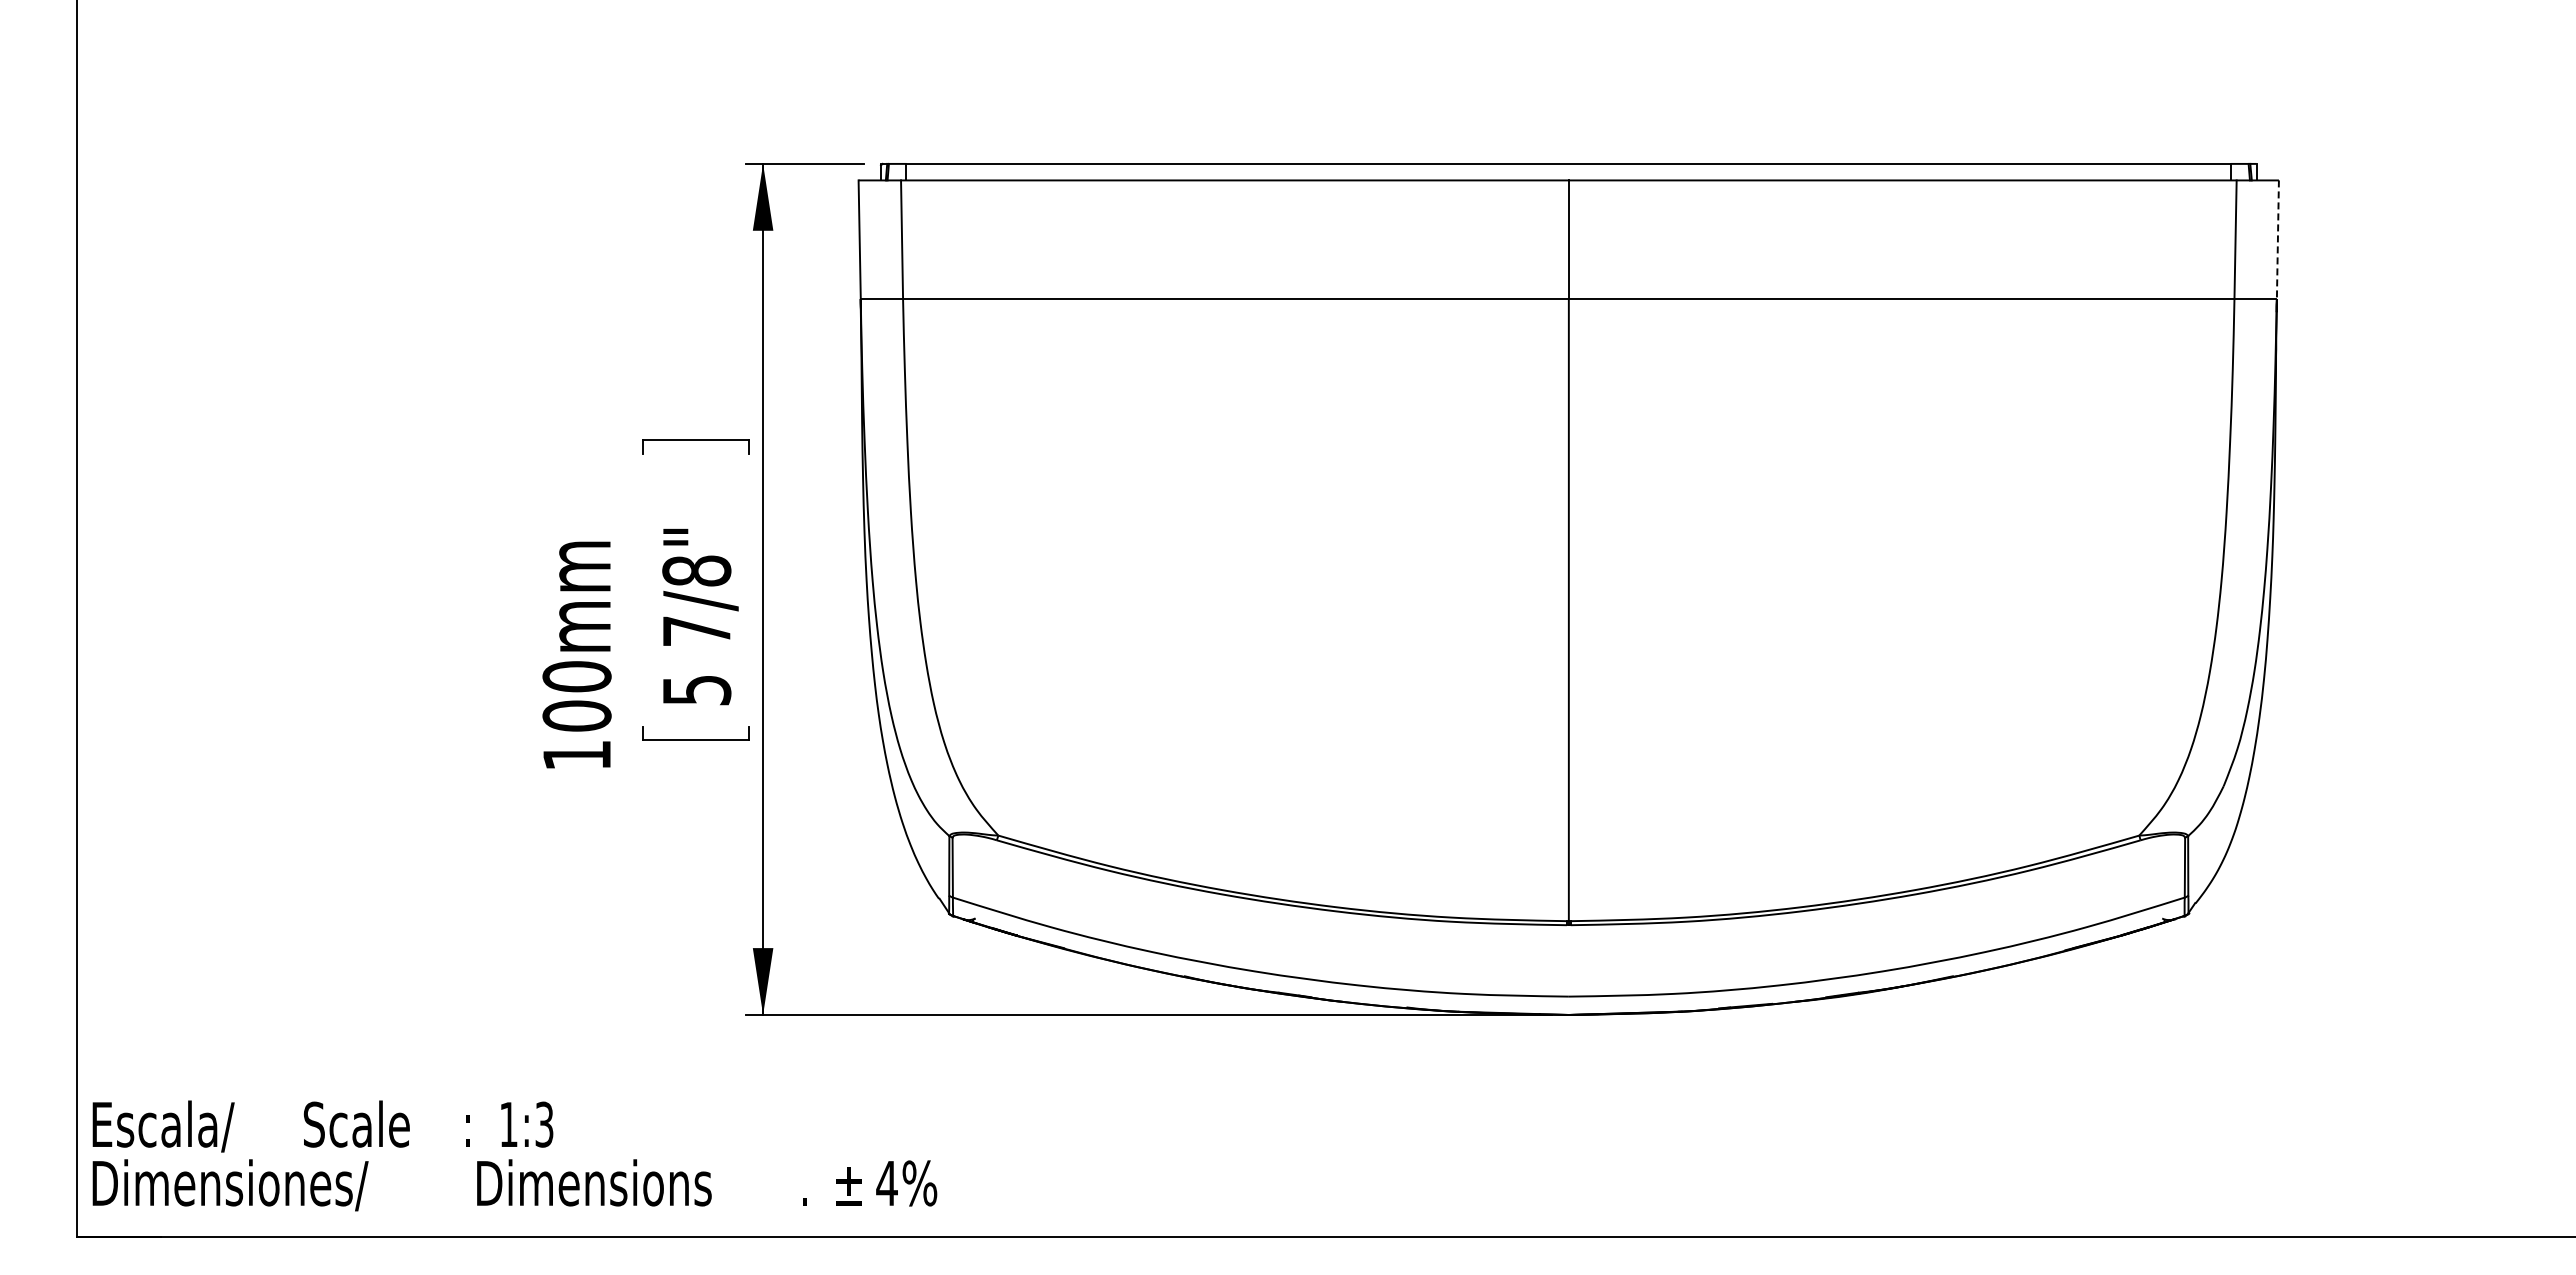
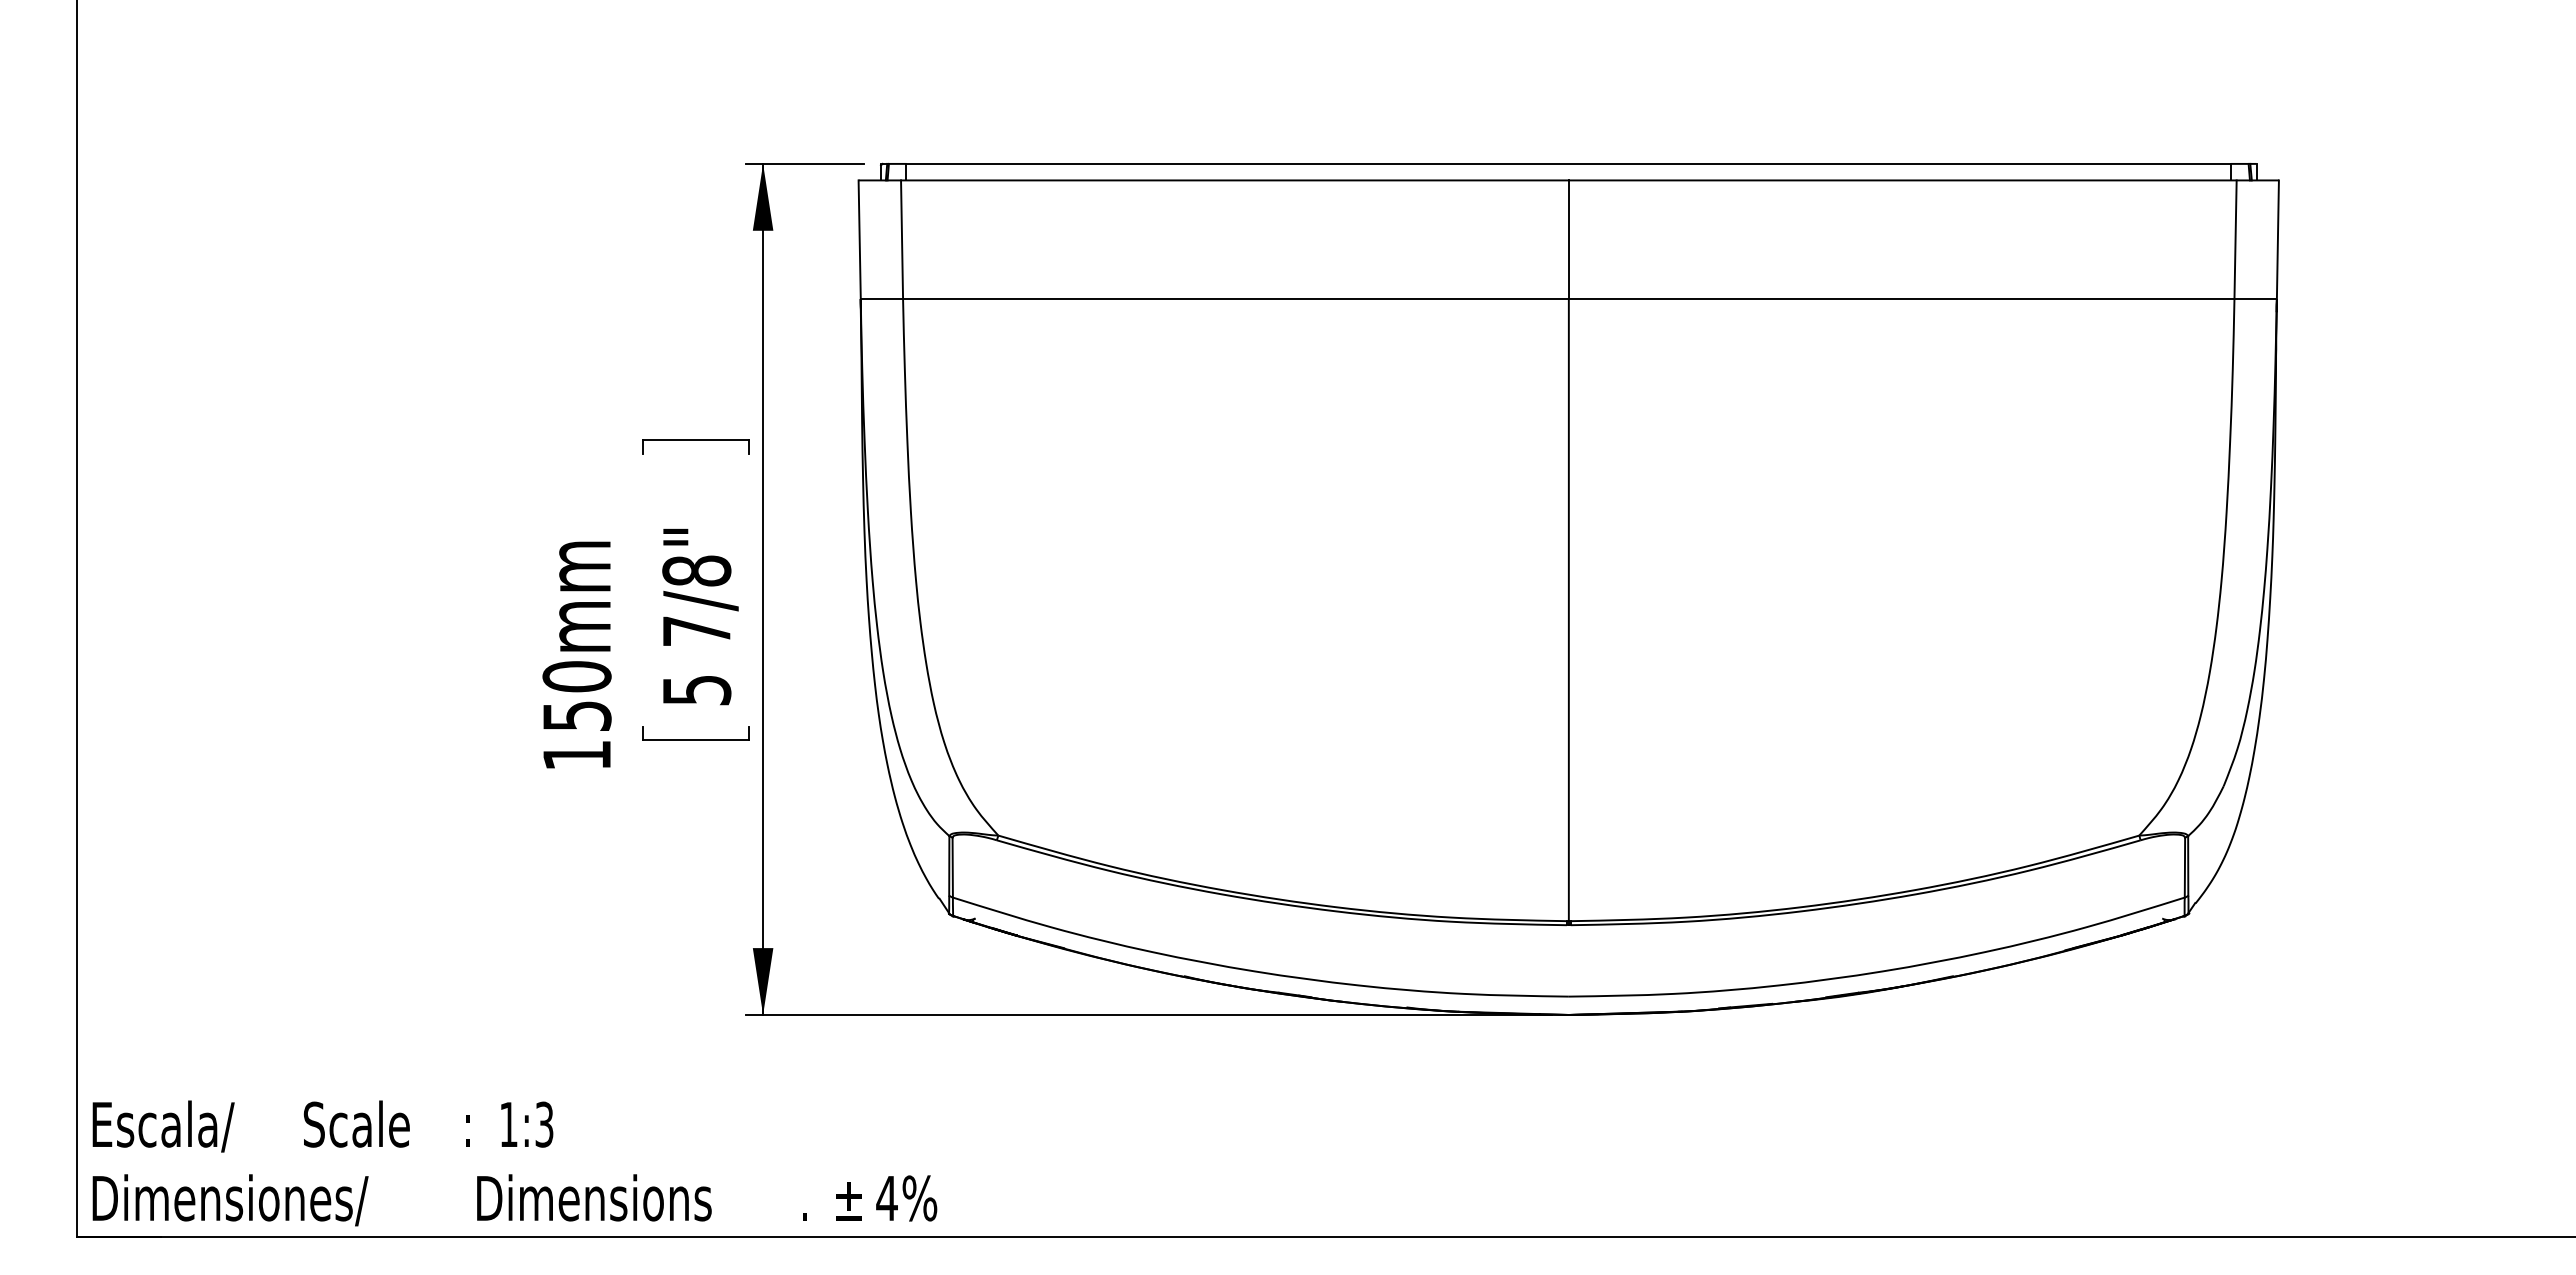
line at (2277, 240): dashed -> solid
text at (576, 715): 100mm -> 150mm
text at (514, 1185) position: (514, 1185) -> (514, 1200)
